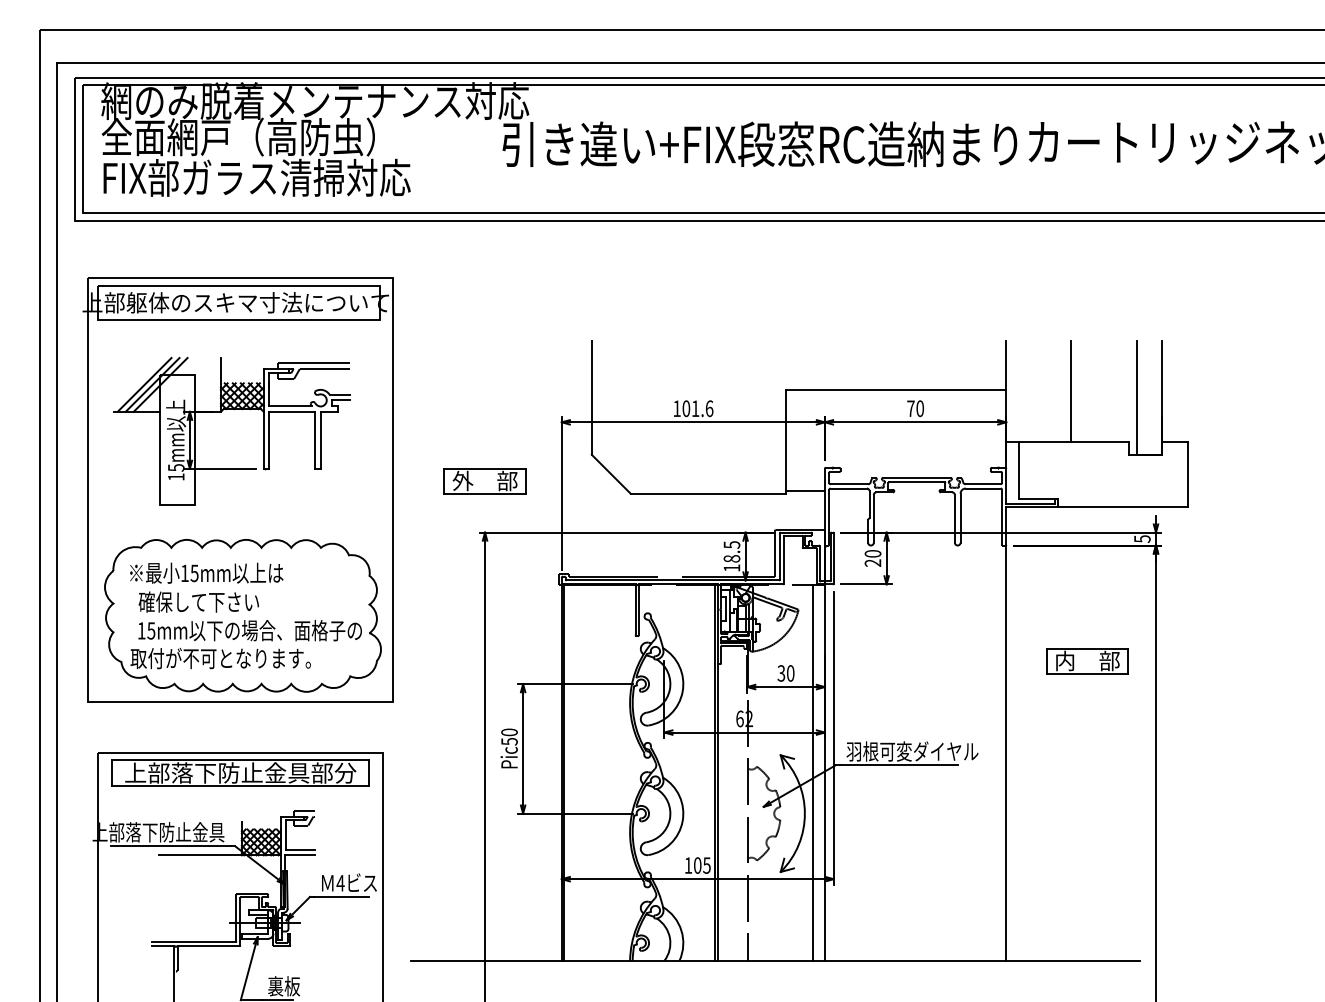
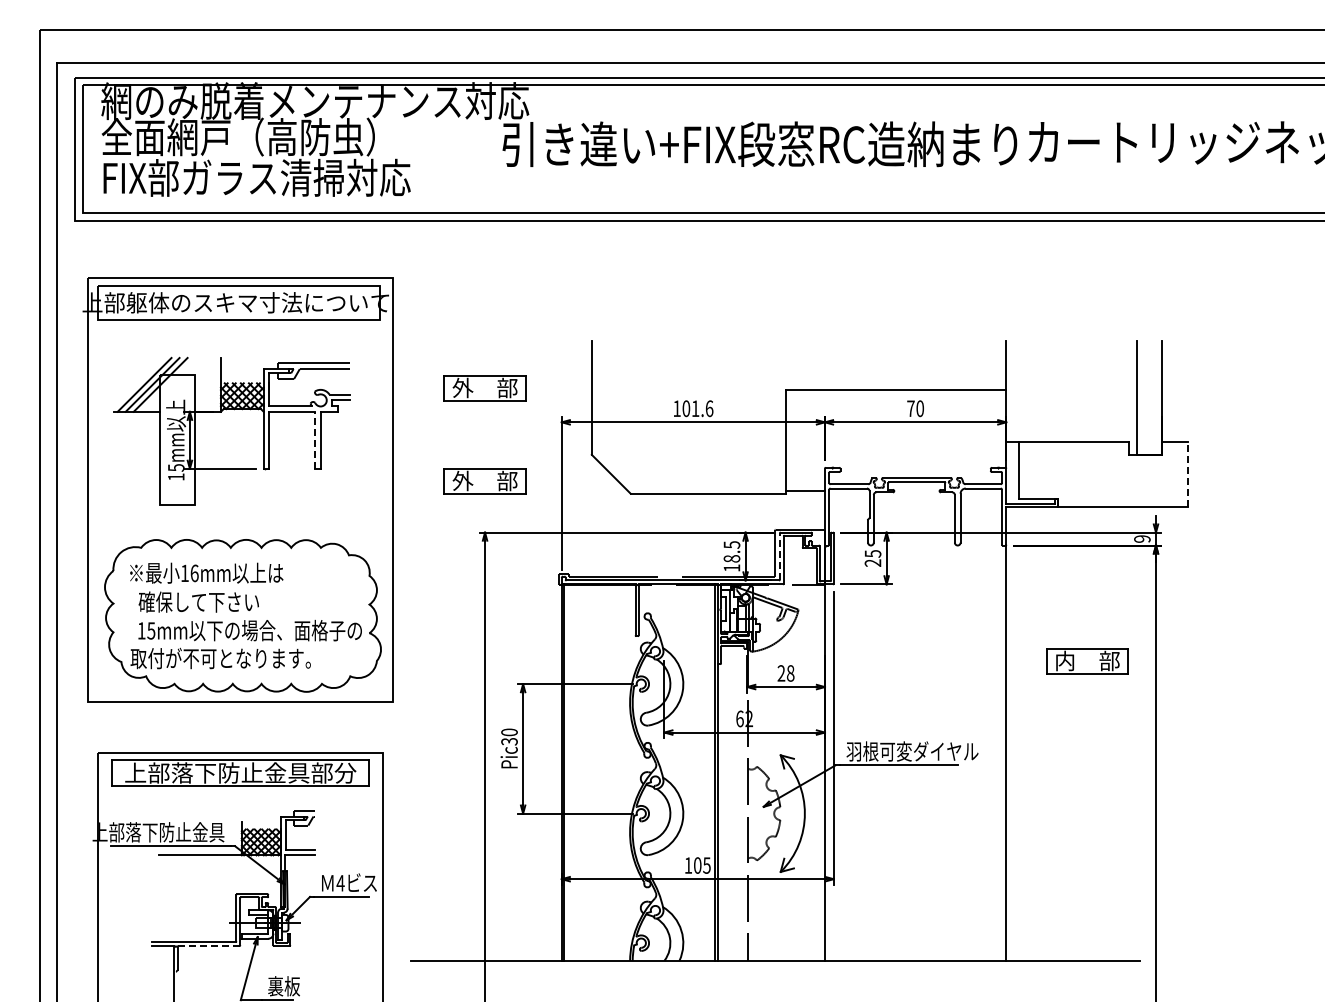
part at (484, 388): none -> present
line at (1071, 391): present -> none
line at (315, 439): solid -> dashed
line at (1187, 473): solid -> dashed
text at (1142, 538): 5 -> 9
text at (872, 553): 20 -> 25
line at (779, 556): solid -> dashed
text at (194, 573): 15mm -> 16mm
text at (785, 673): 30 -> 28
text at (508, 741): Pic50 -> Pic30
line at (813, 772): present -> none
line at (208, 946): solid -> dashed
